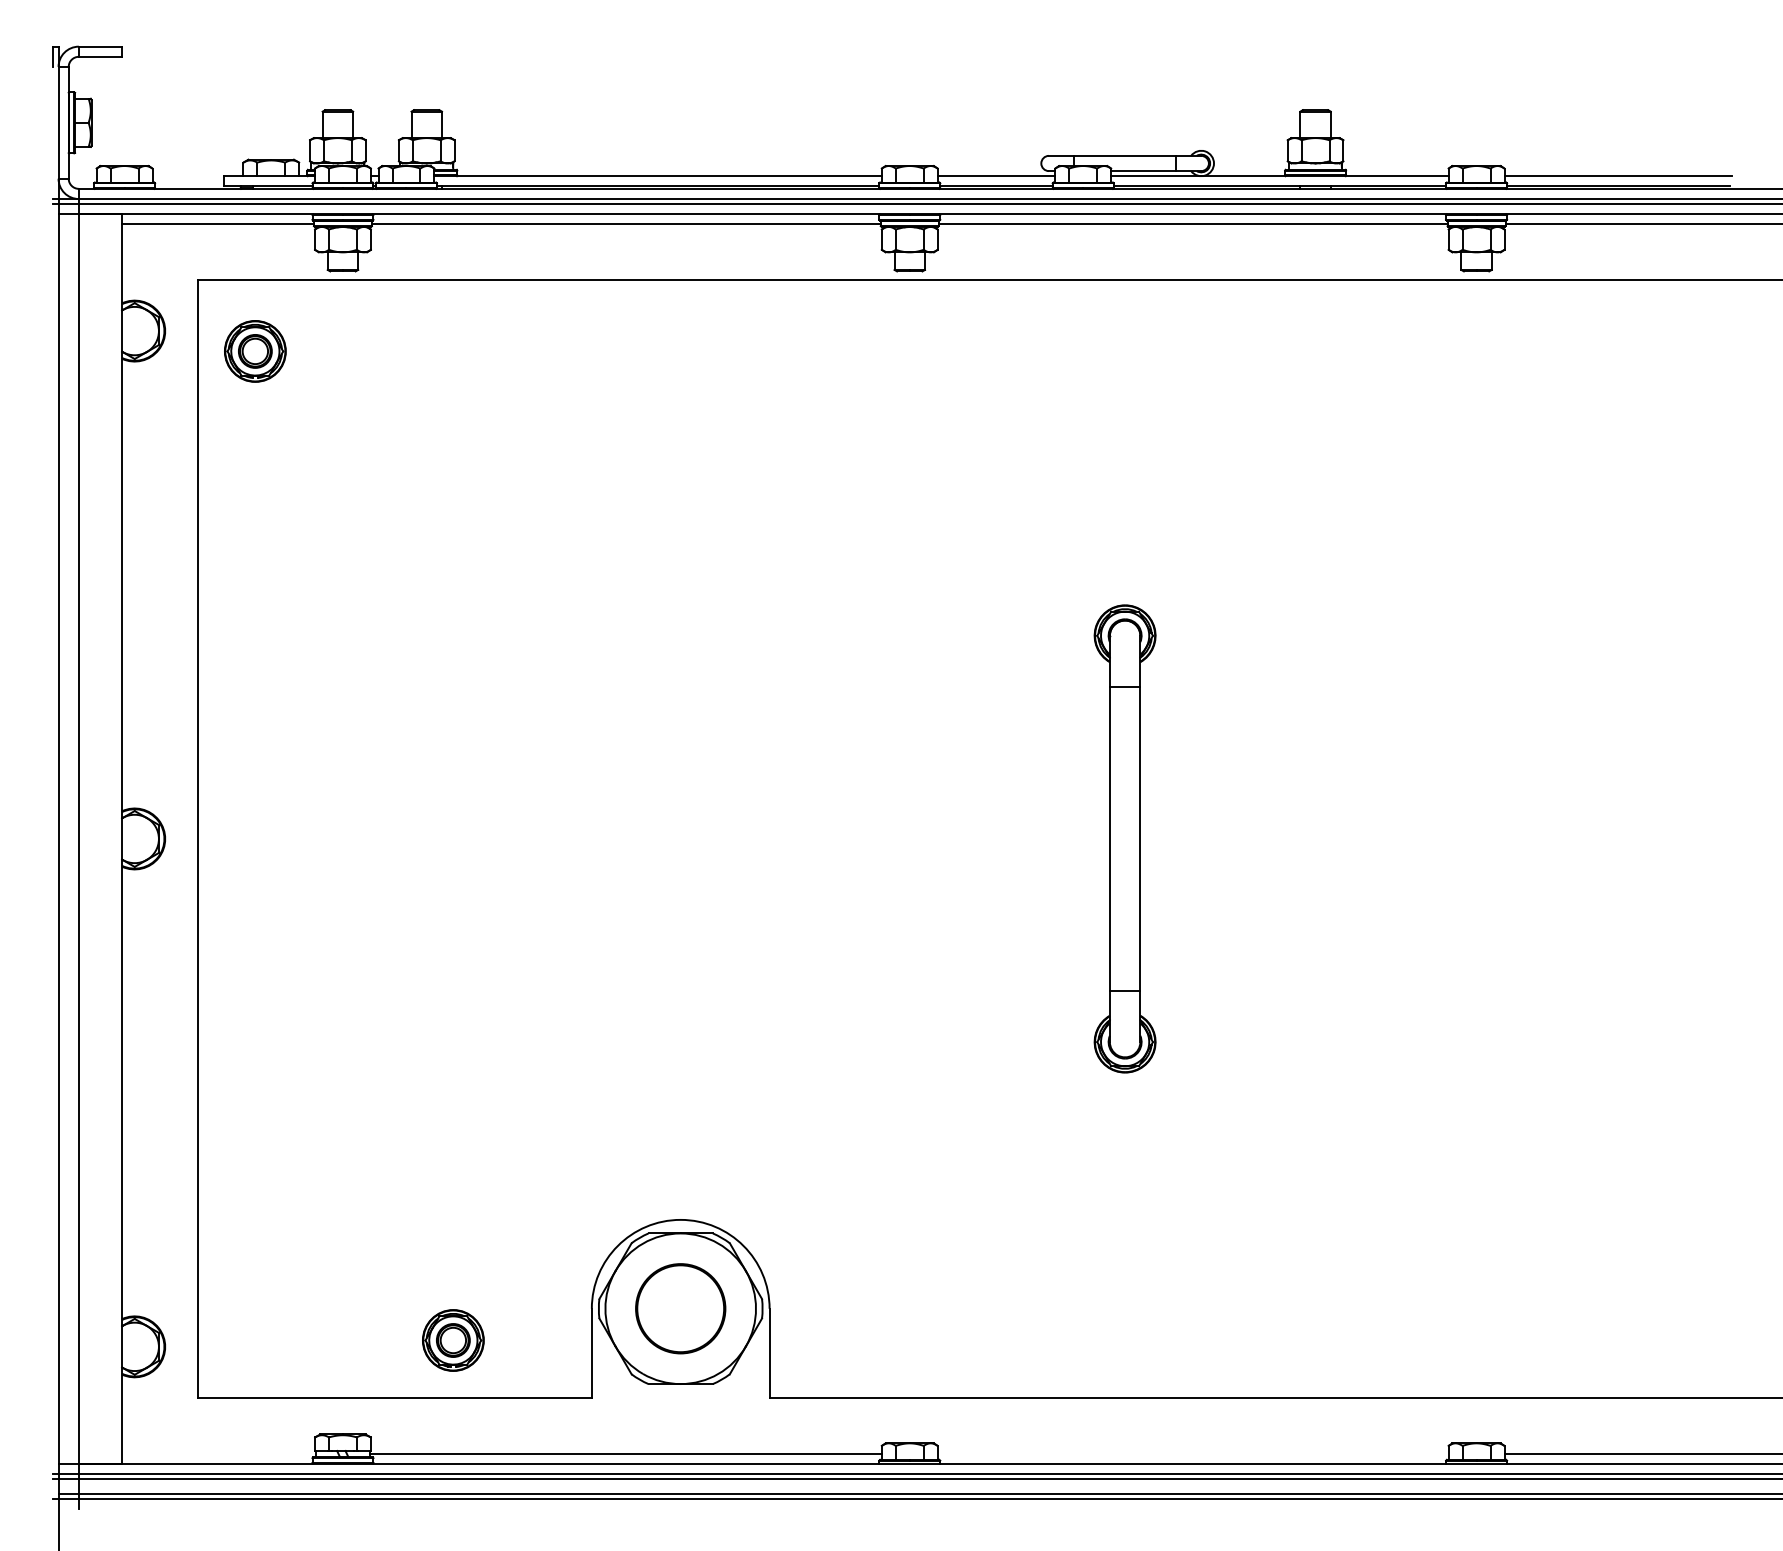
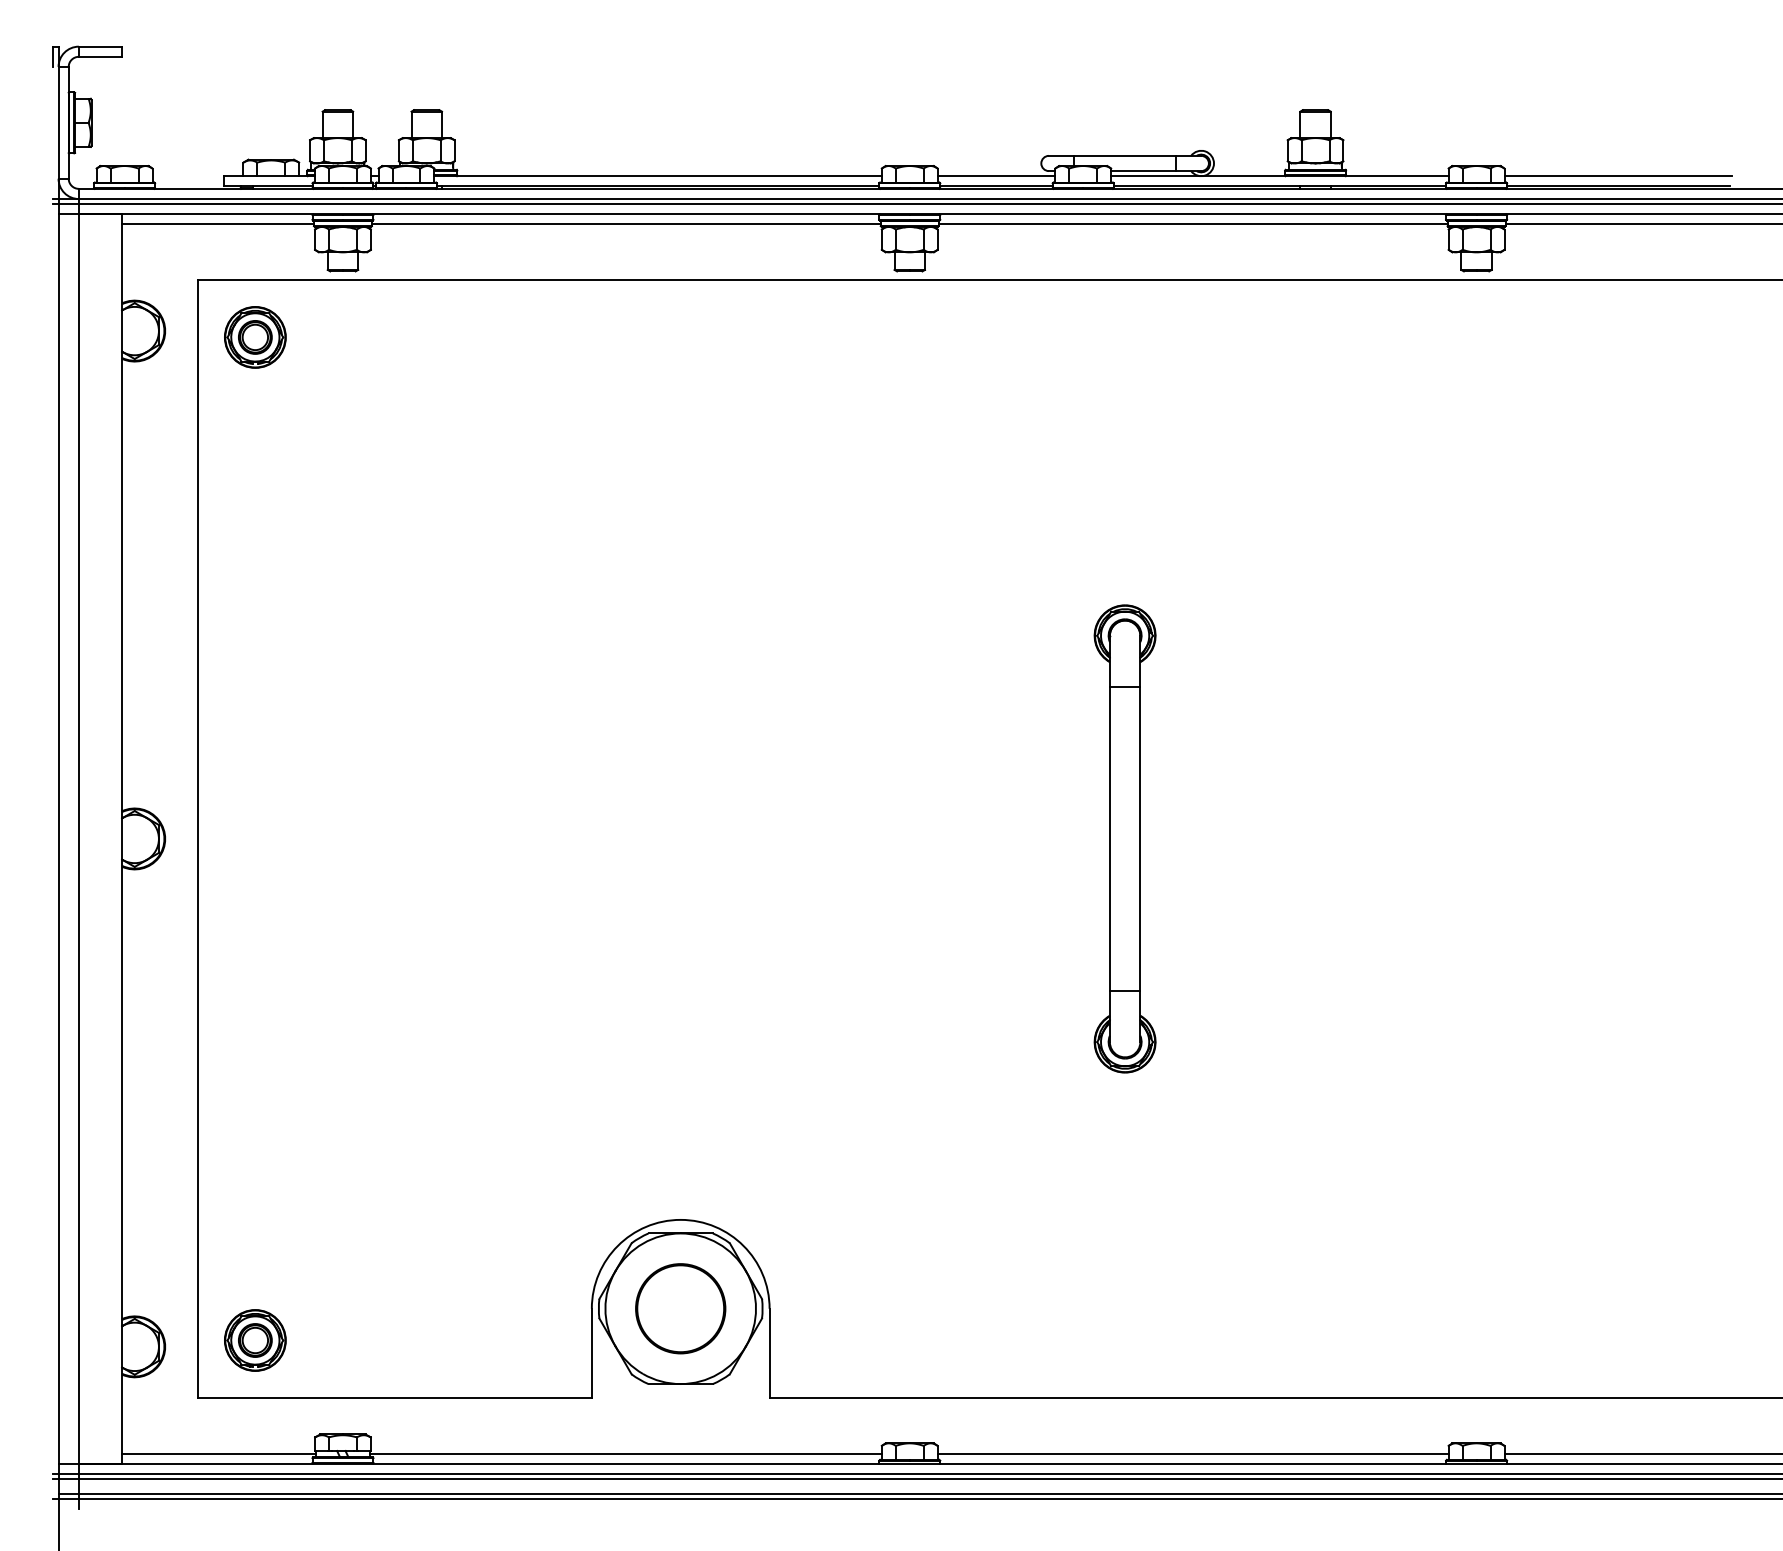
part at (255, 351) position: (255, 351) -> (255, 337)
part at (453, 1340) position: (453, 1340) -> (255, 1340)
line at (219, 1453): none -> present
line at (1192, 1453): none -> present
